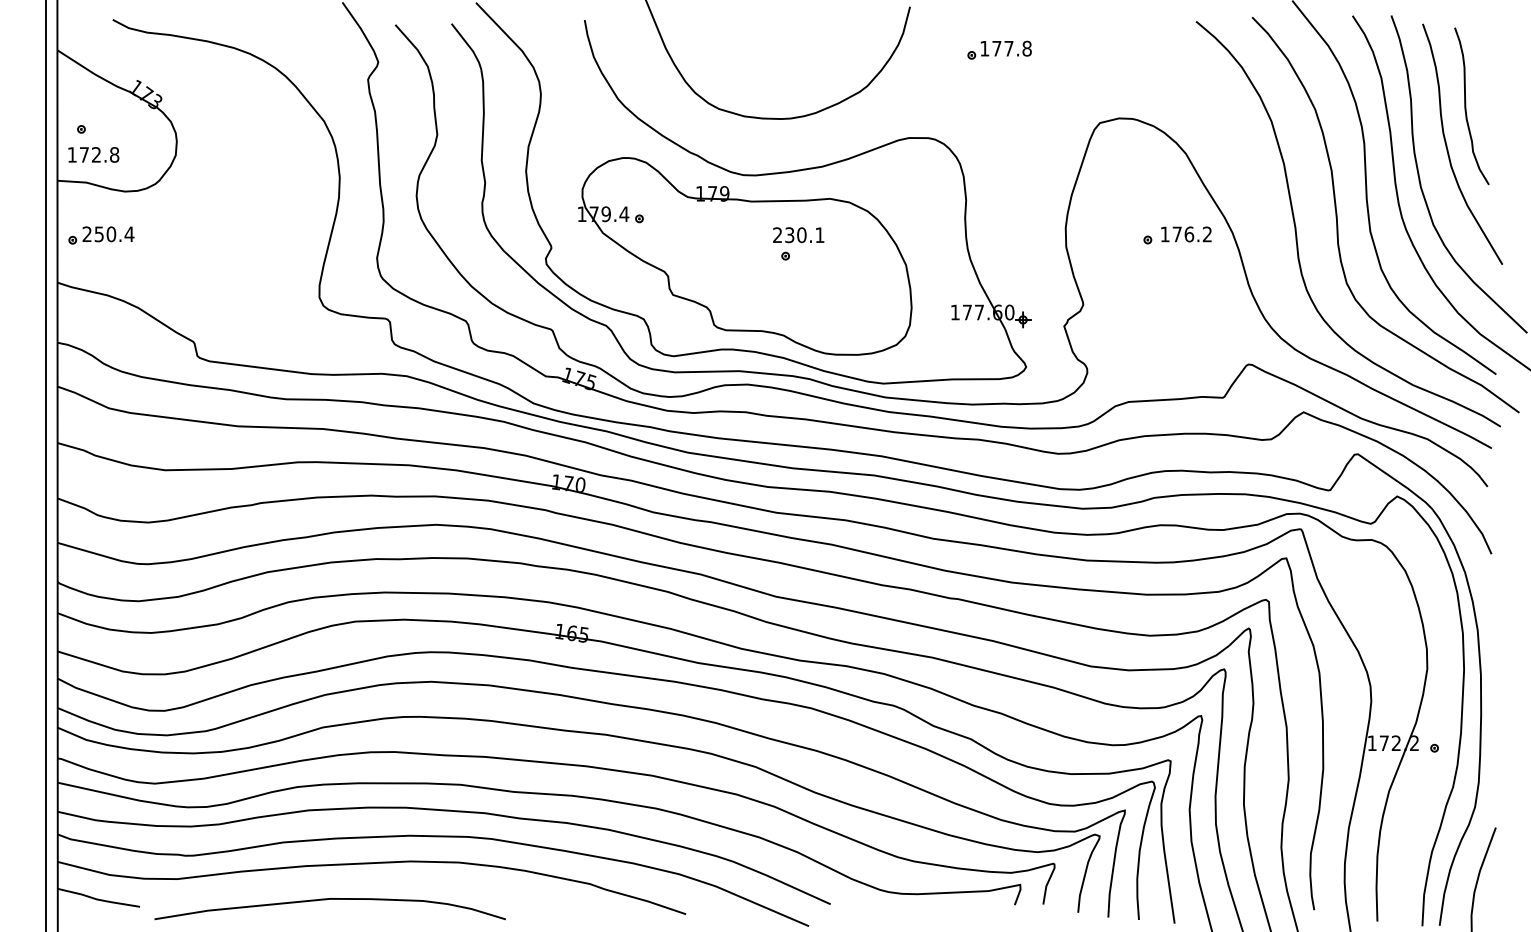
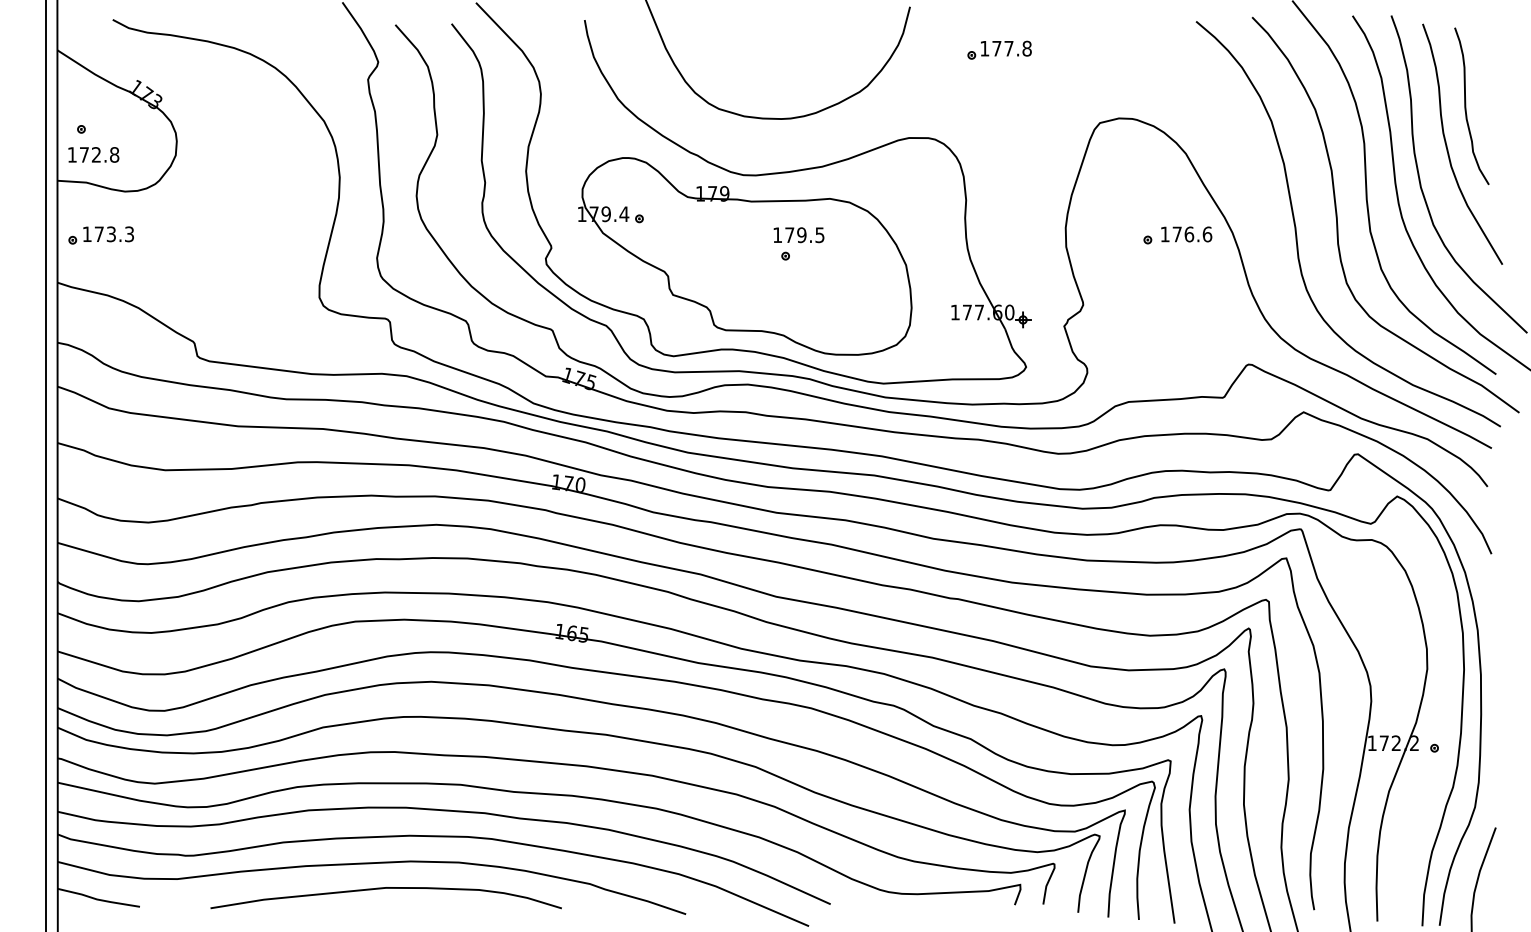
text at (108, 234): 250.4 -> 173.3
text at (1207, 234): 176.2 -> 176.6
text at (798, 235): 230.1 -> 179.5
curve at (326, 900) position: (326, 900) -> (382, 889)
